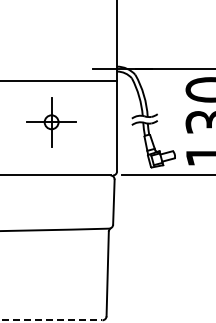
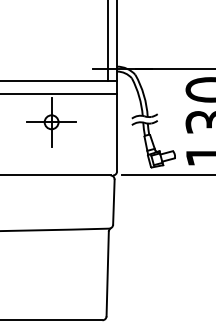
line at (107, 41): none -> present
line at (59, 93): none -> present
line at (51, 320): dashed -> solid
